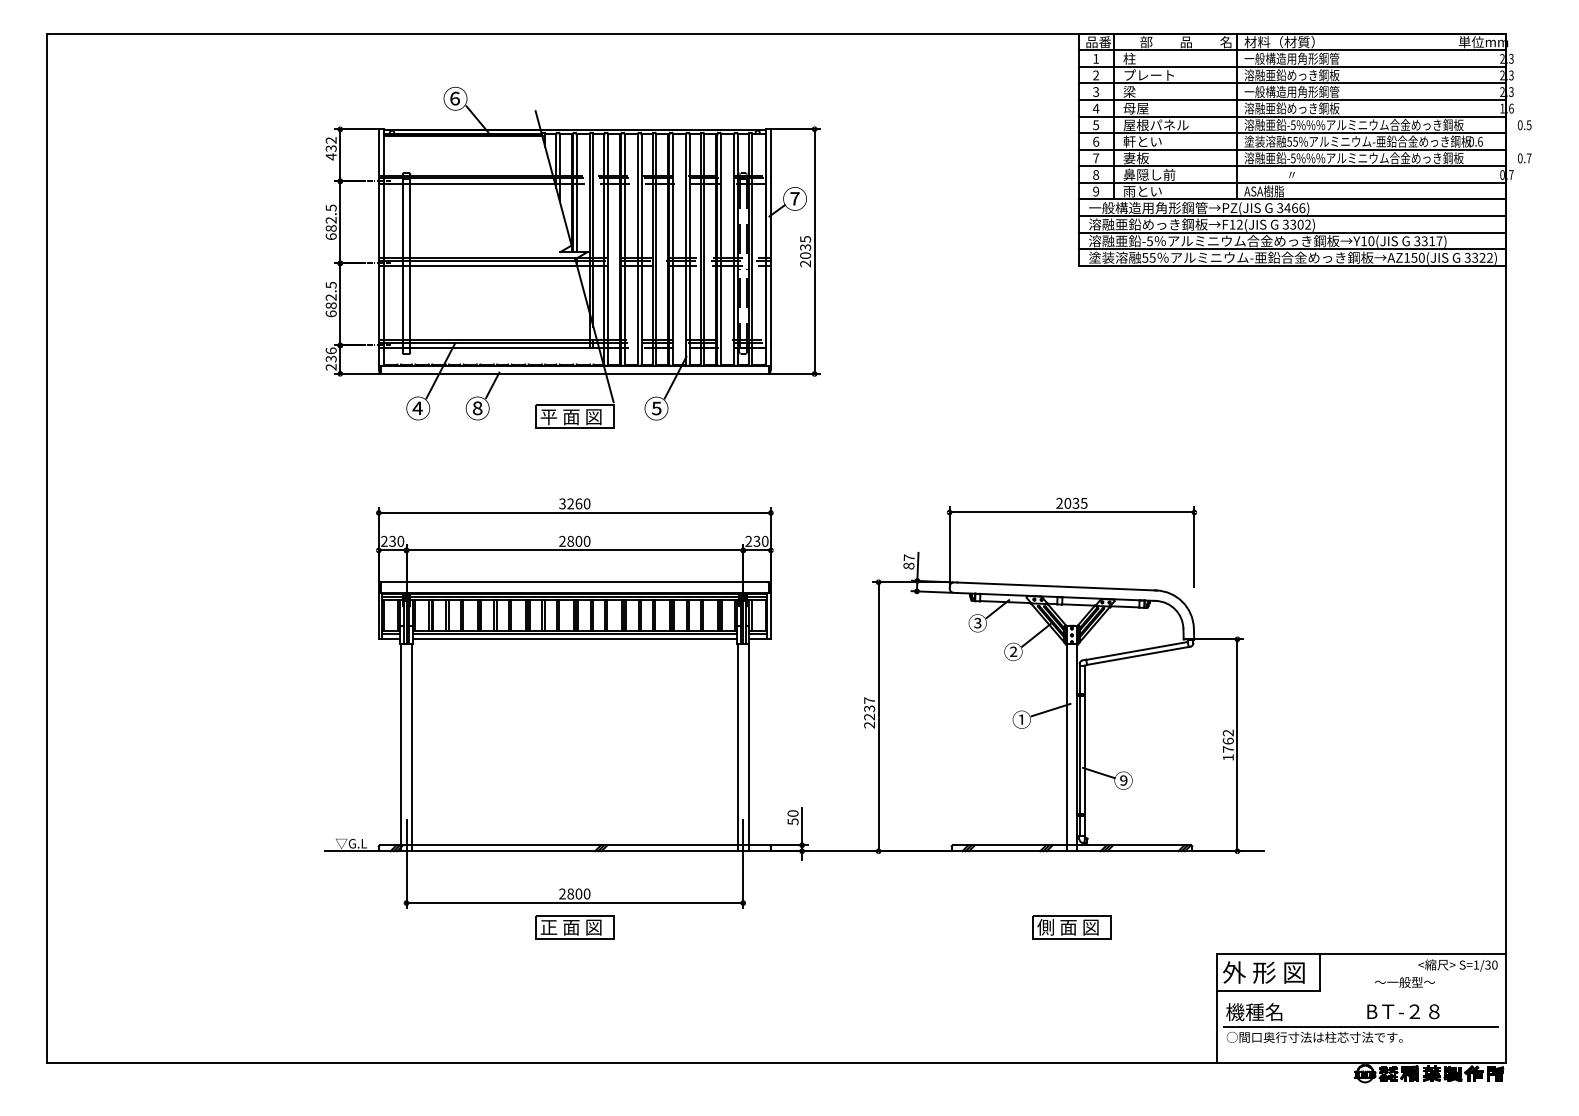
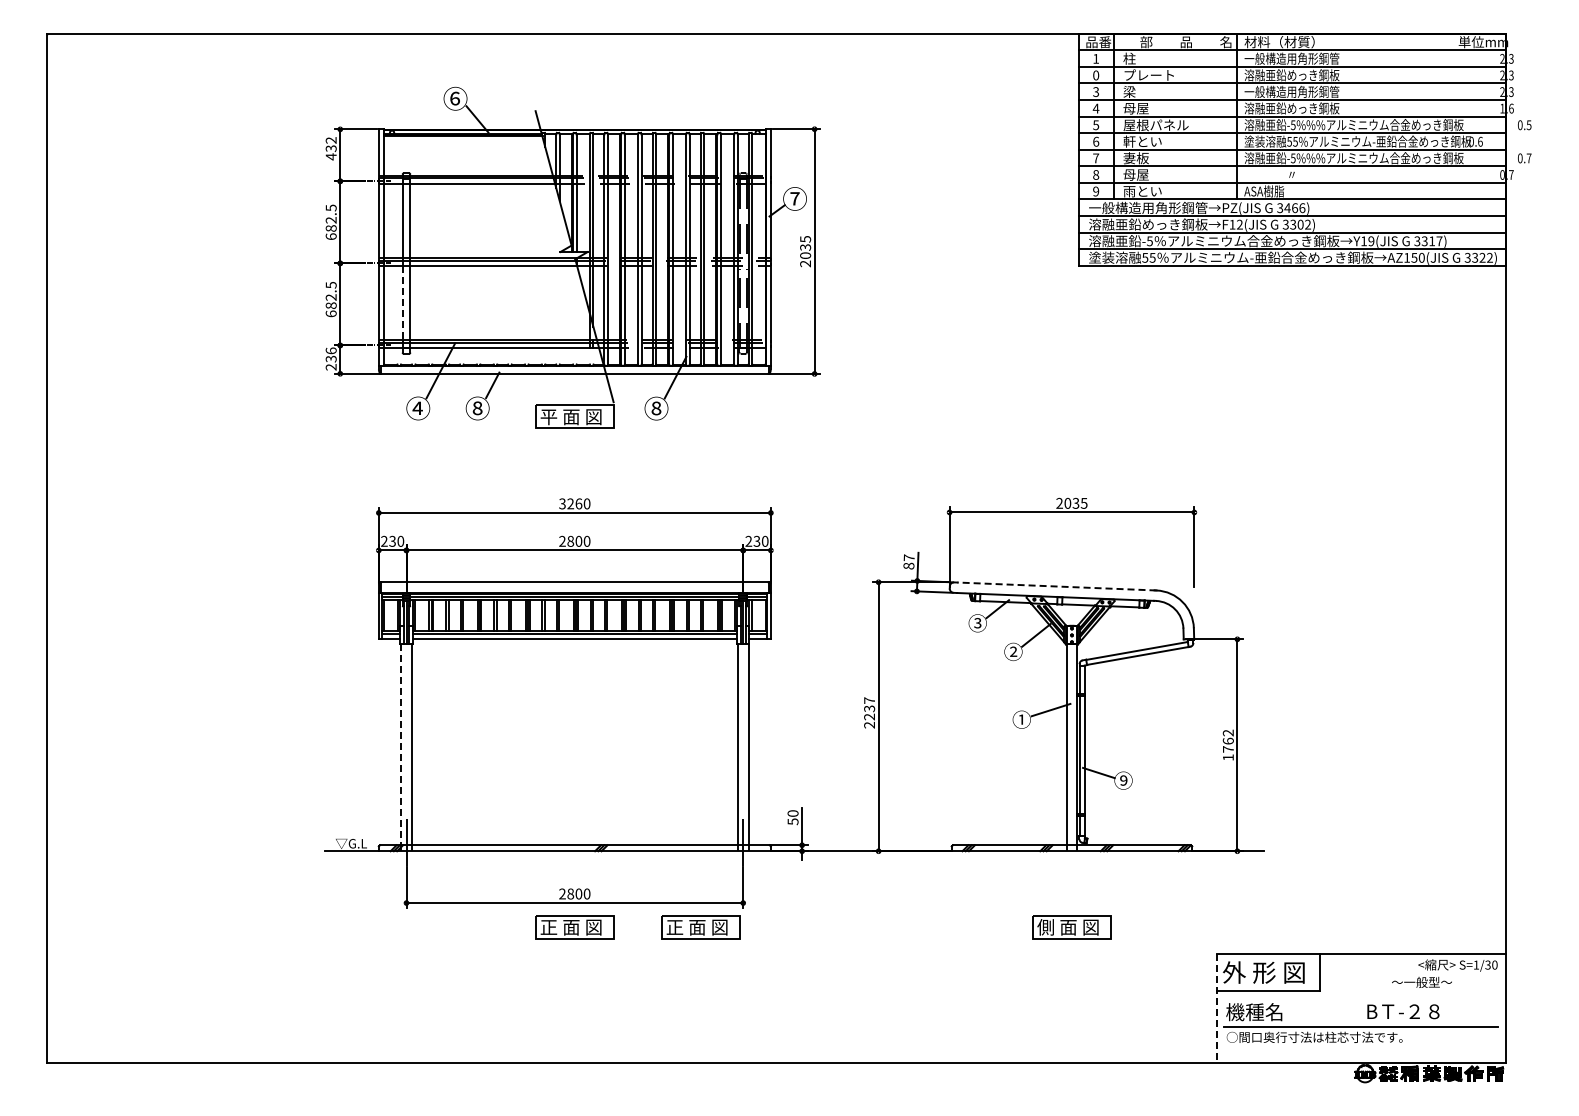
text at (1096, 75): 2 -> 0
text at (1149, 174): 鼻隠し前 -> 母屋
text at (1371, 241): Y10(JIS -> Y19(JIS
line at (402, 303): solid -> dashed
text at (656, 407): ⑤ -> ⑧
line at (1056, 586): solid -> dashed
line at (401, 745): solid -> dashed
part at (700, 927): none -> present
text at (1404, 981) position: (1404, 981) -> (1421, 981)
line at (1216, 1009): solid -> dashed
